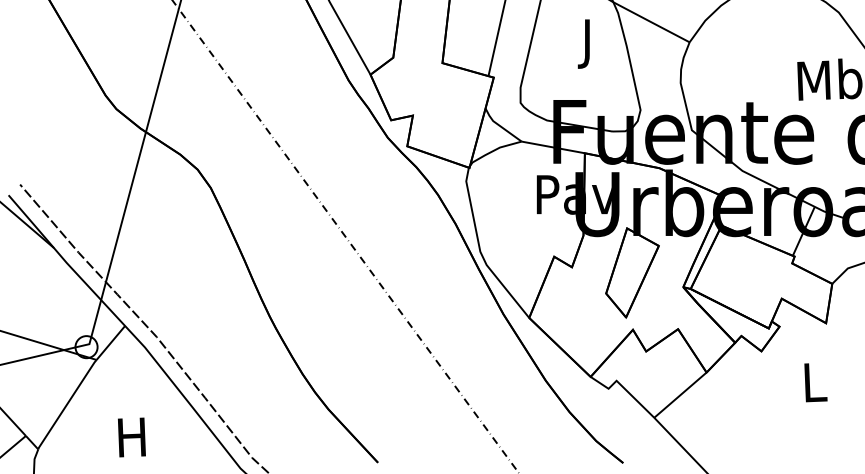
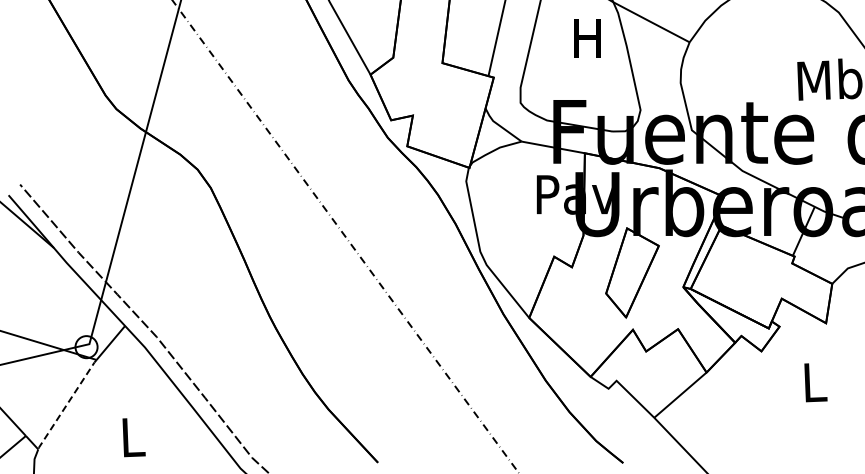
text at (587, 43): J -> H
line at (67, 404): solid -> dashed
text at (131, 437): H -> L
